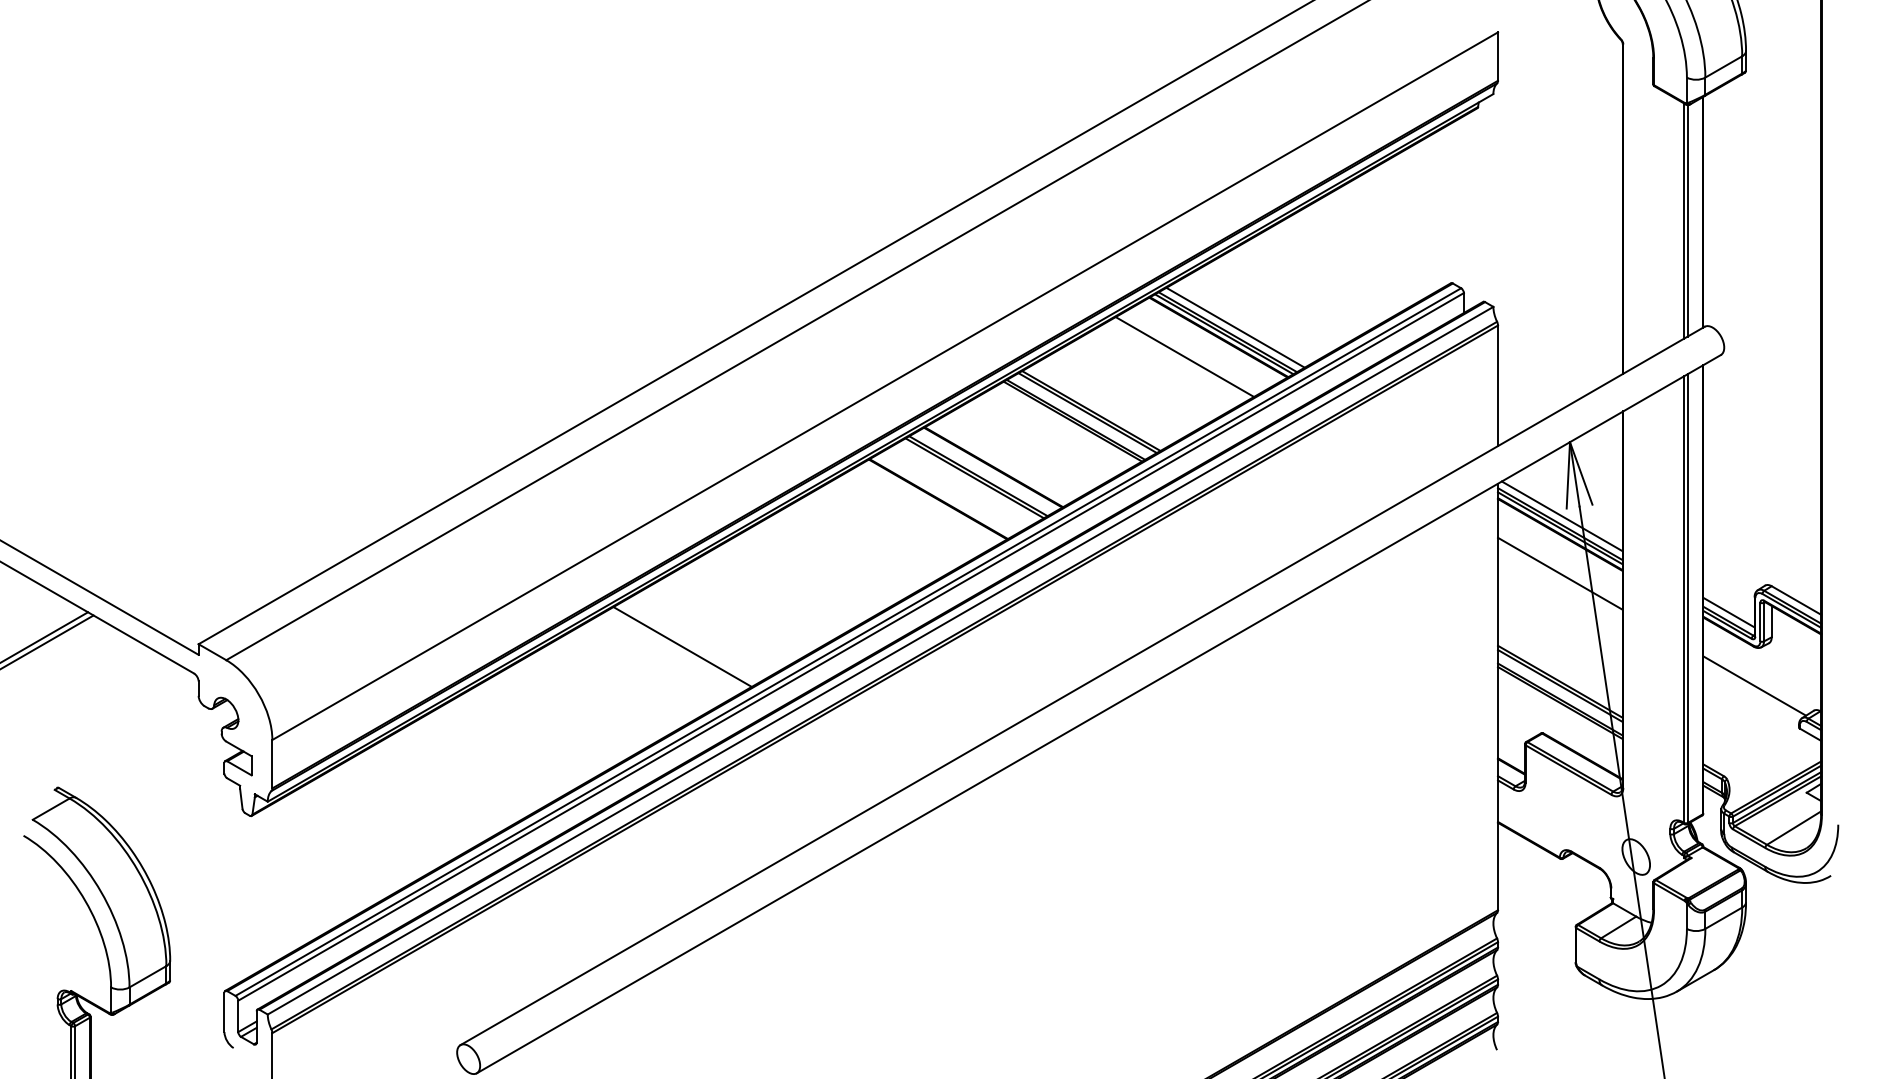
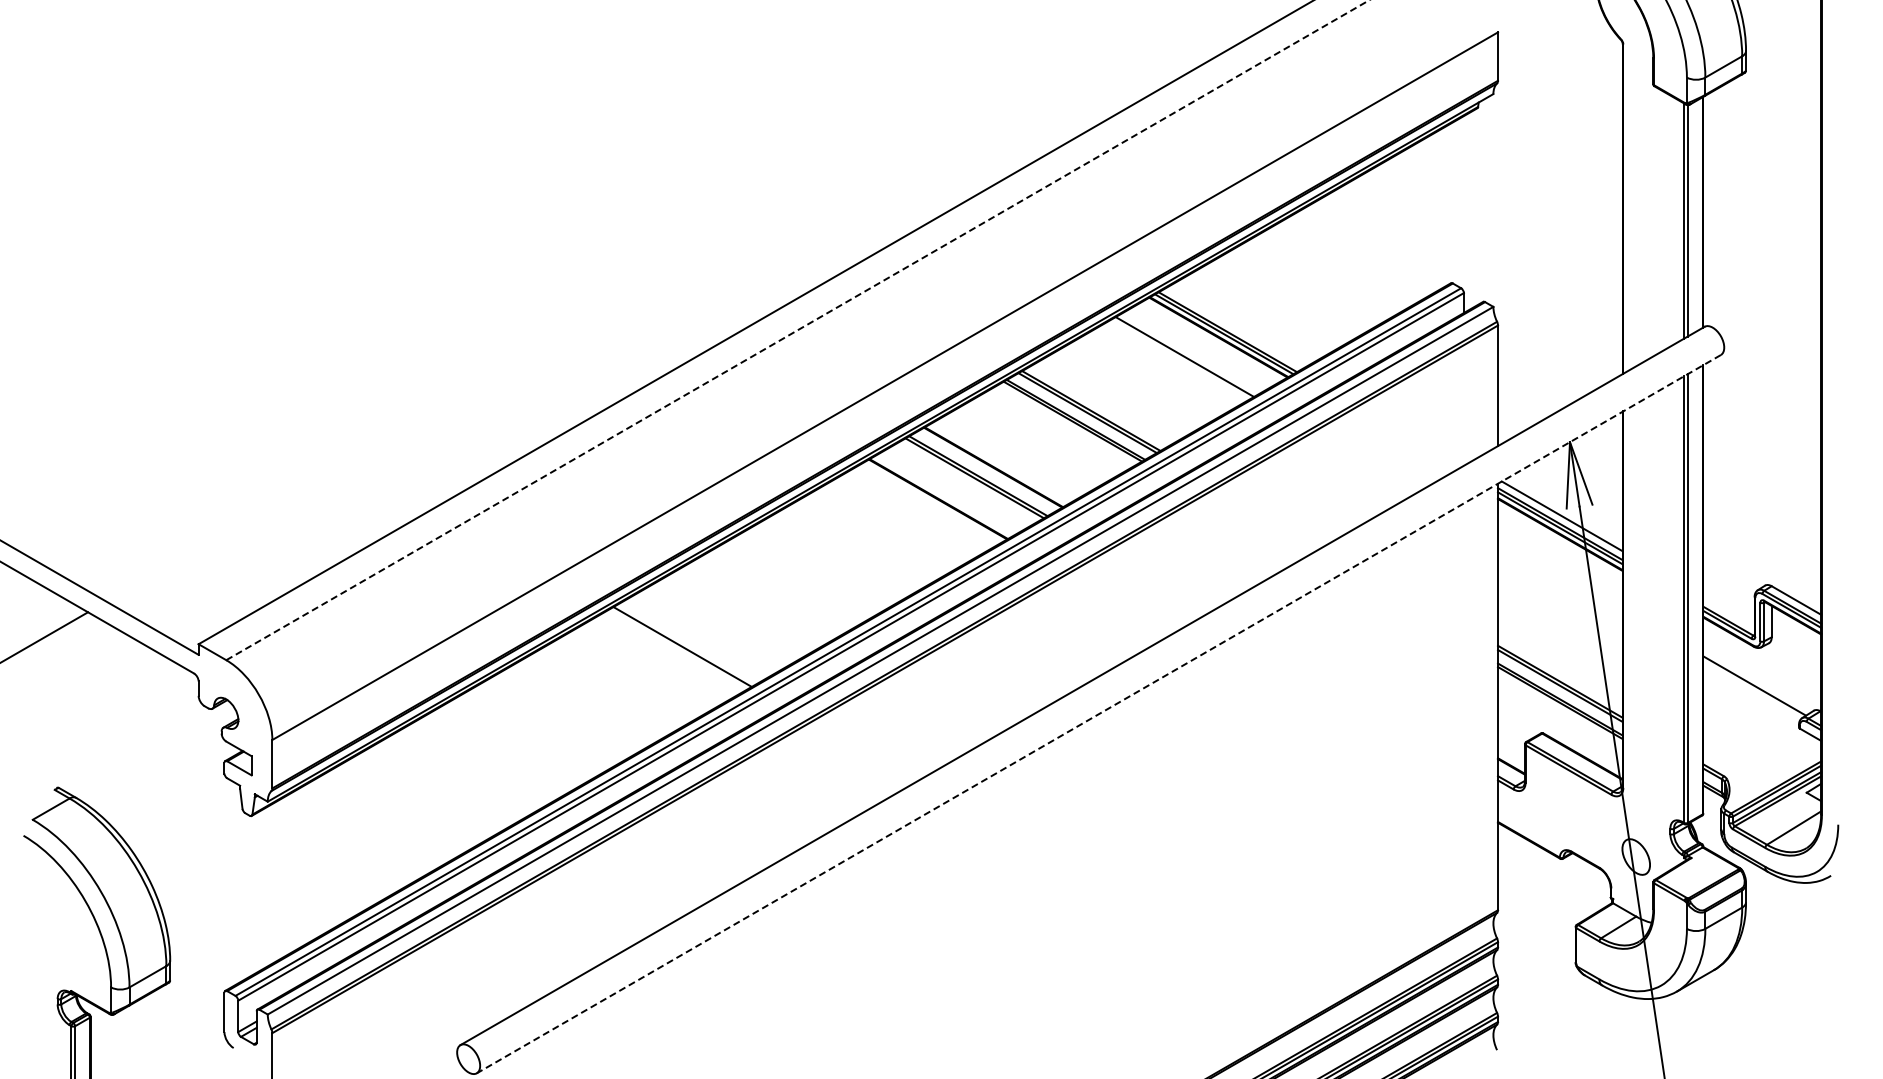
line at (1235, 327): present -> none
line at (798, 329): solid -> dashed
line at (1560, 573): present -> none
line at (1728, 612): present -> none
line at (47, 641): present -> none
line at (1098, 714): solid -> dashed
